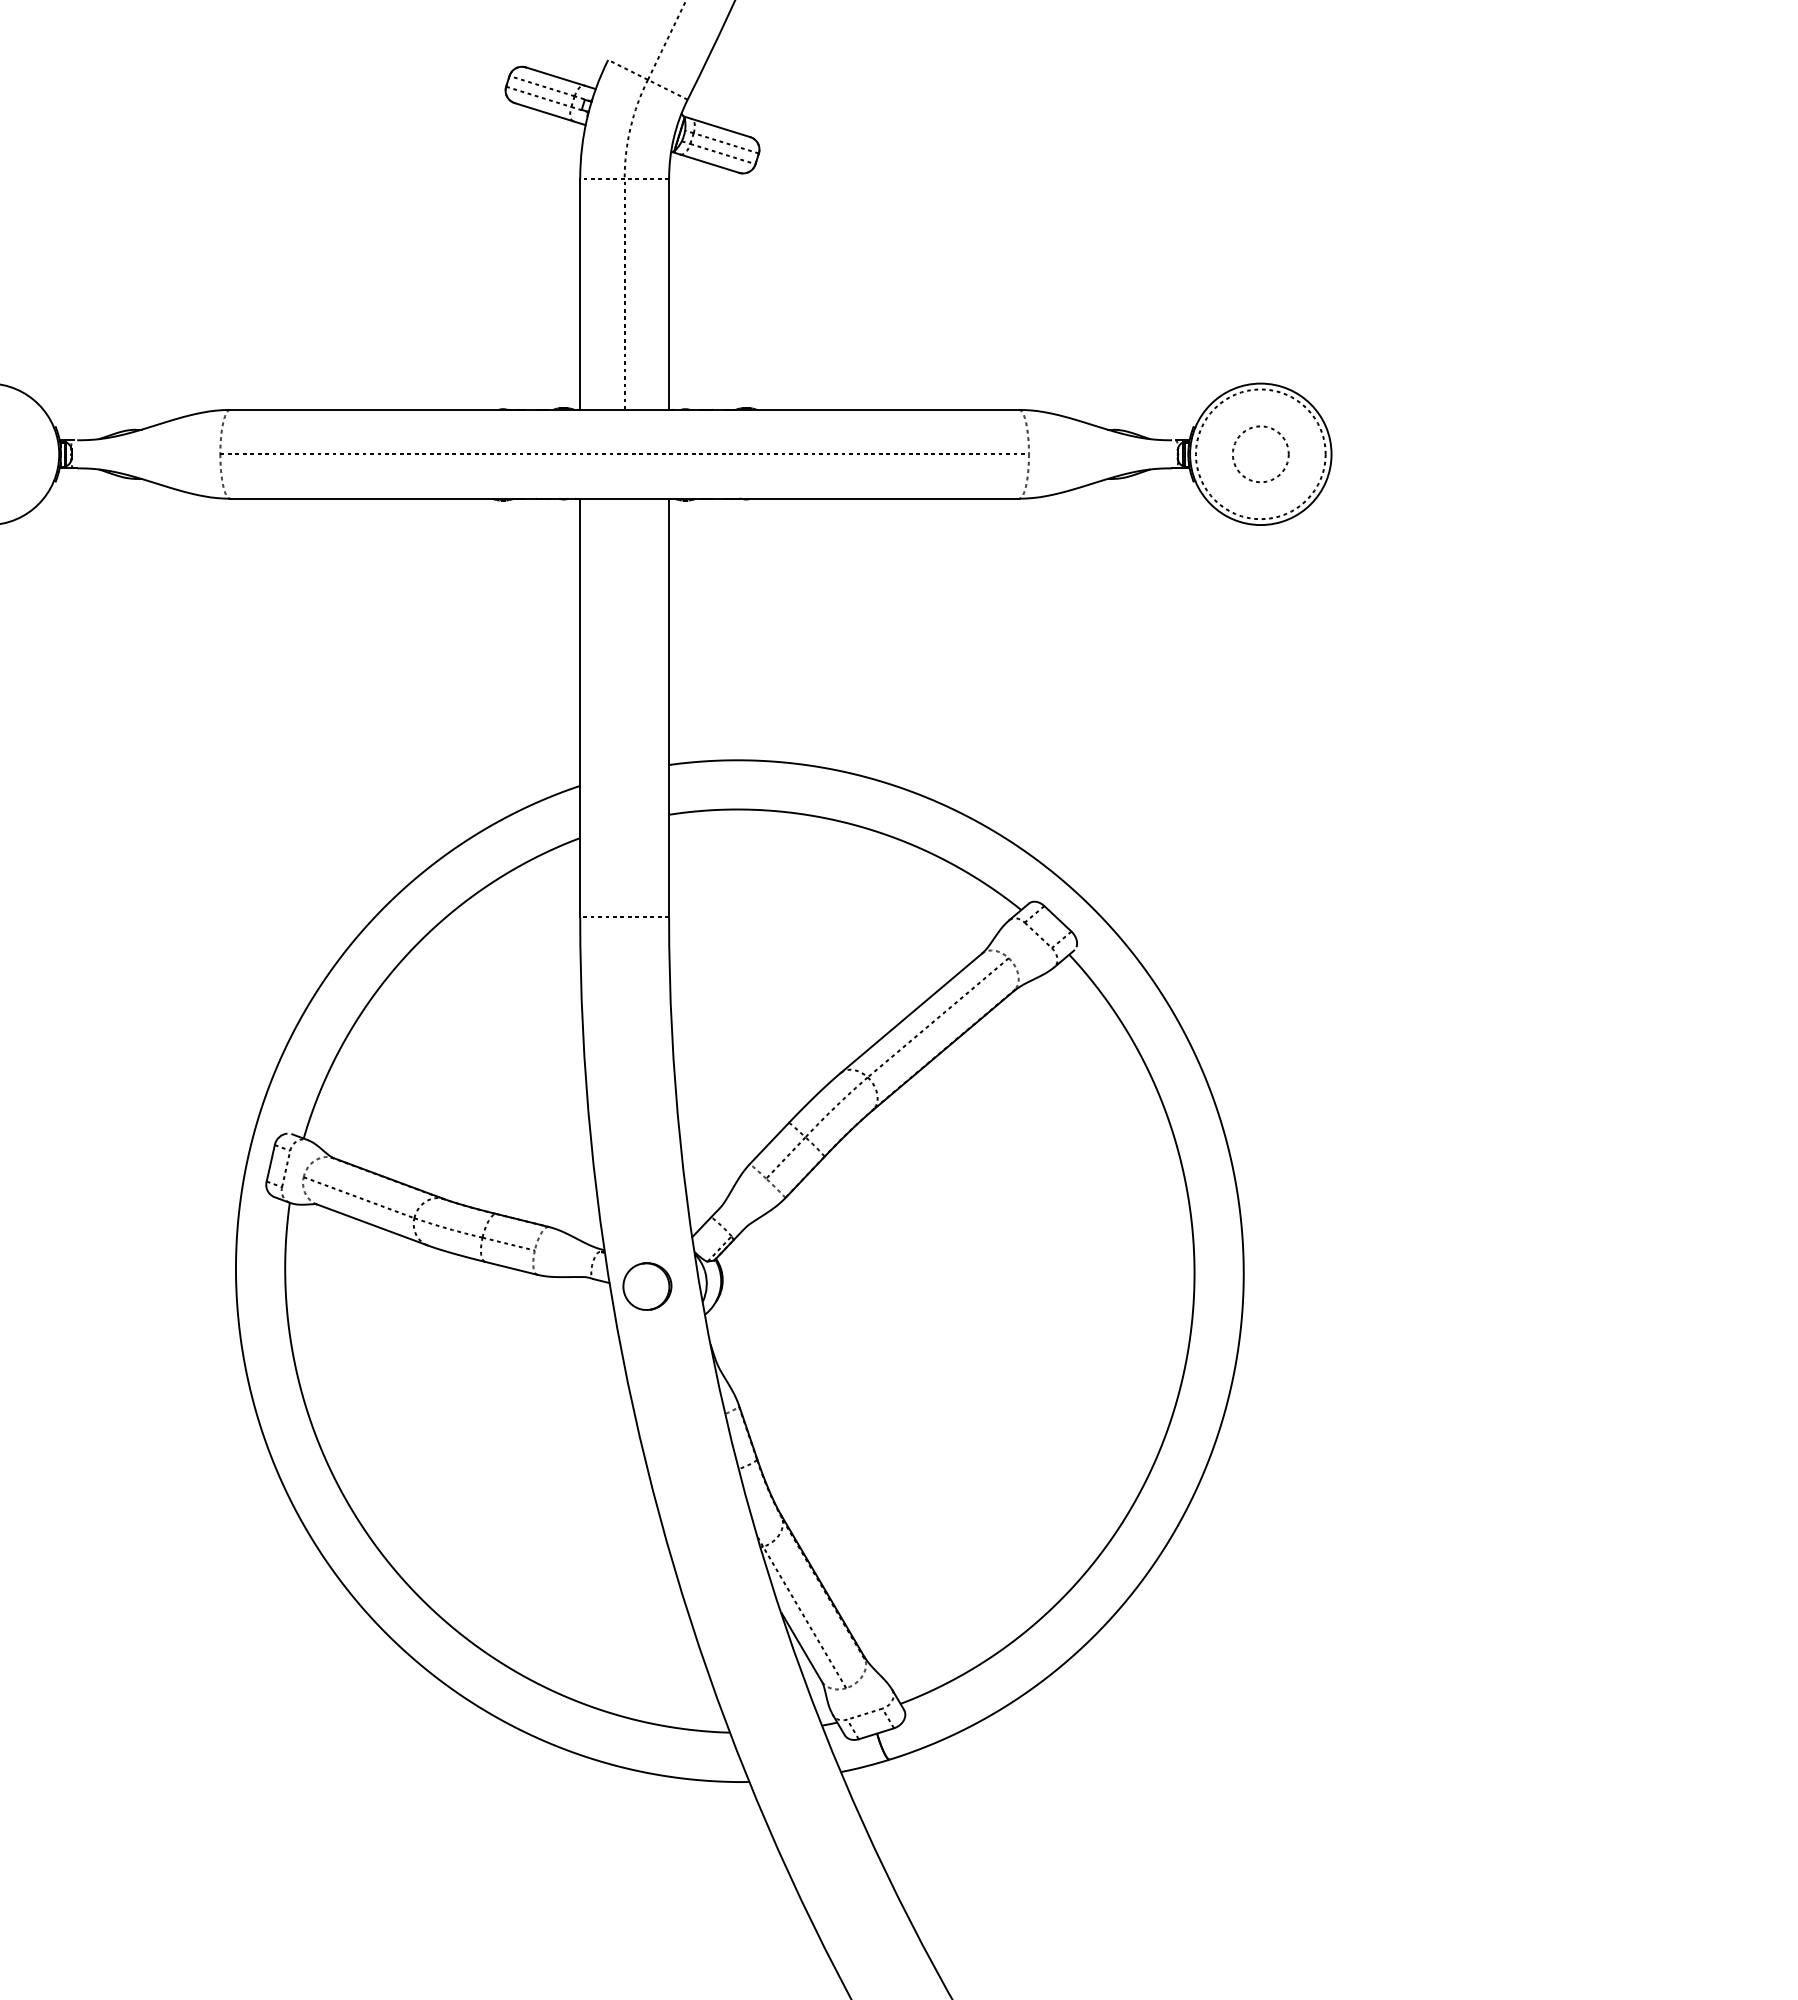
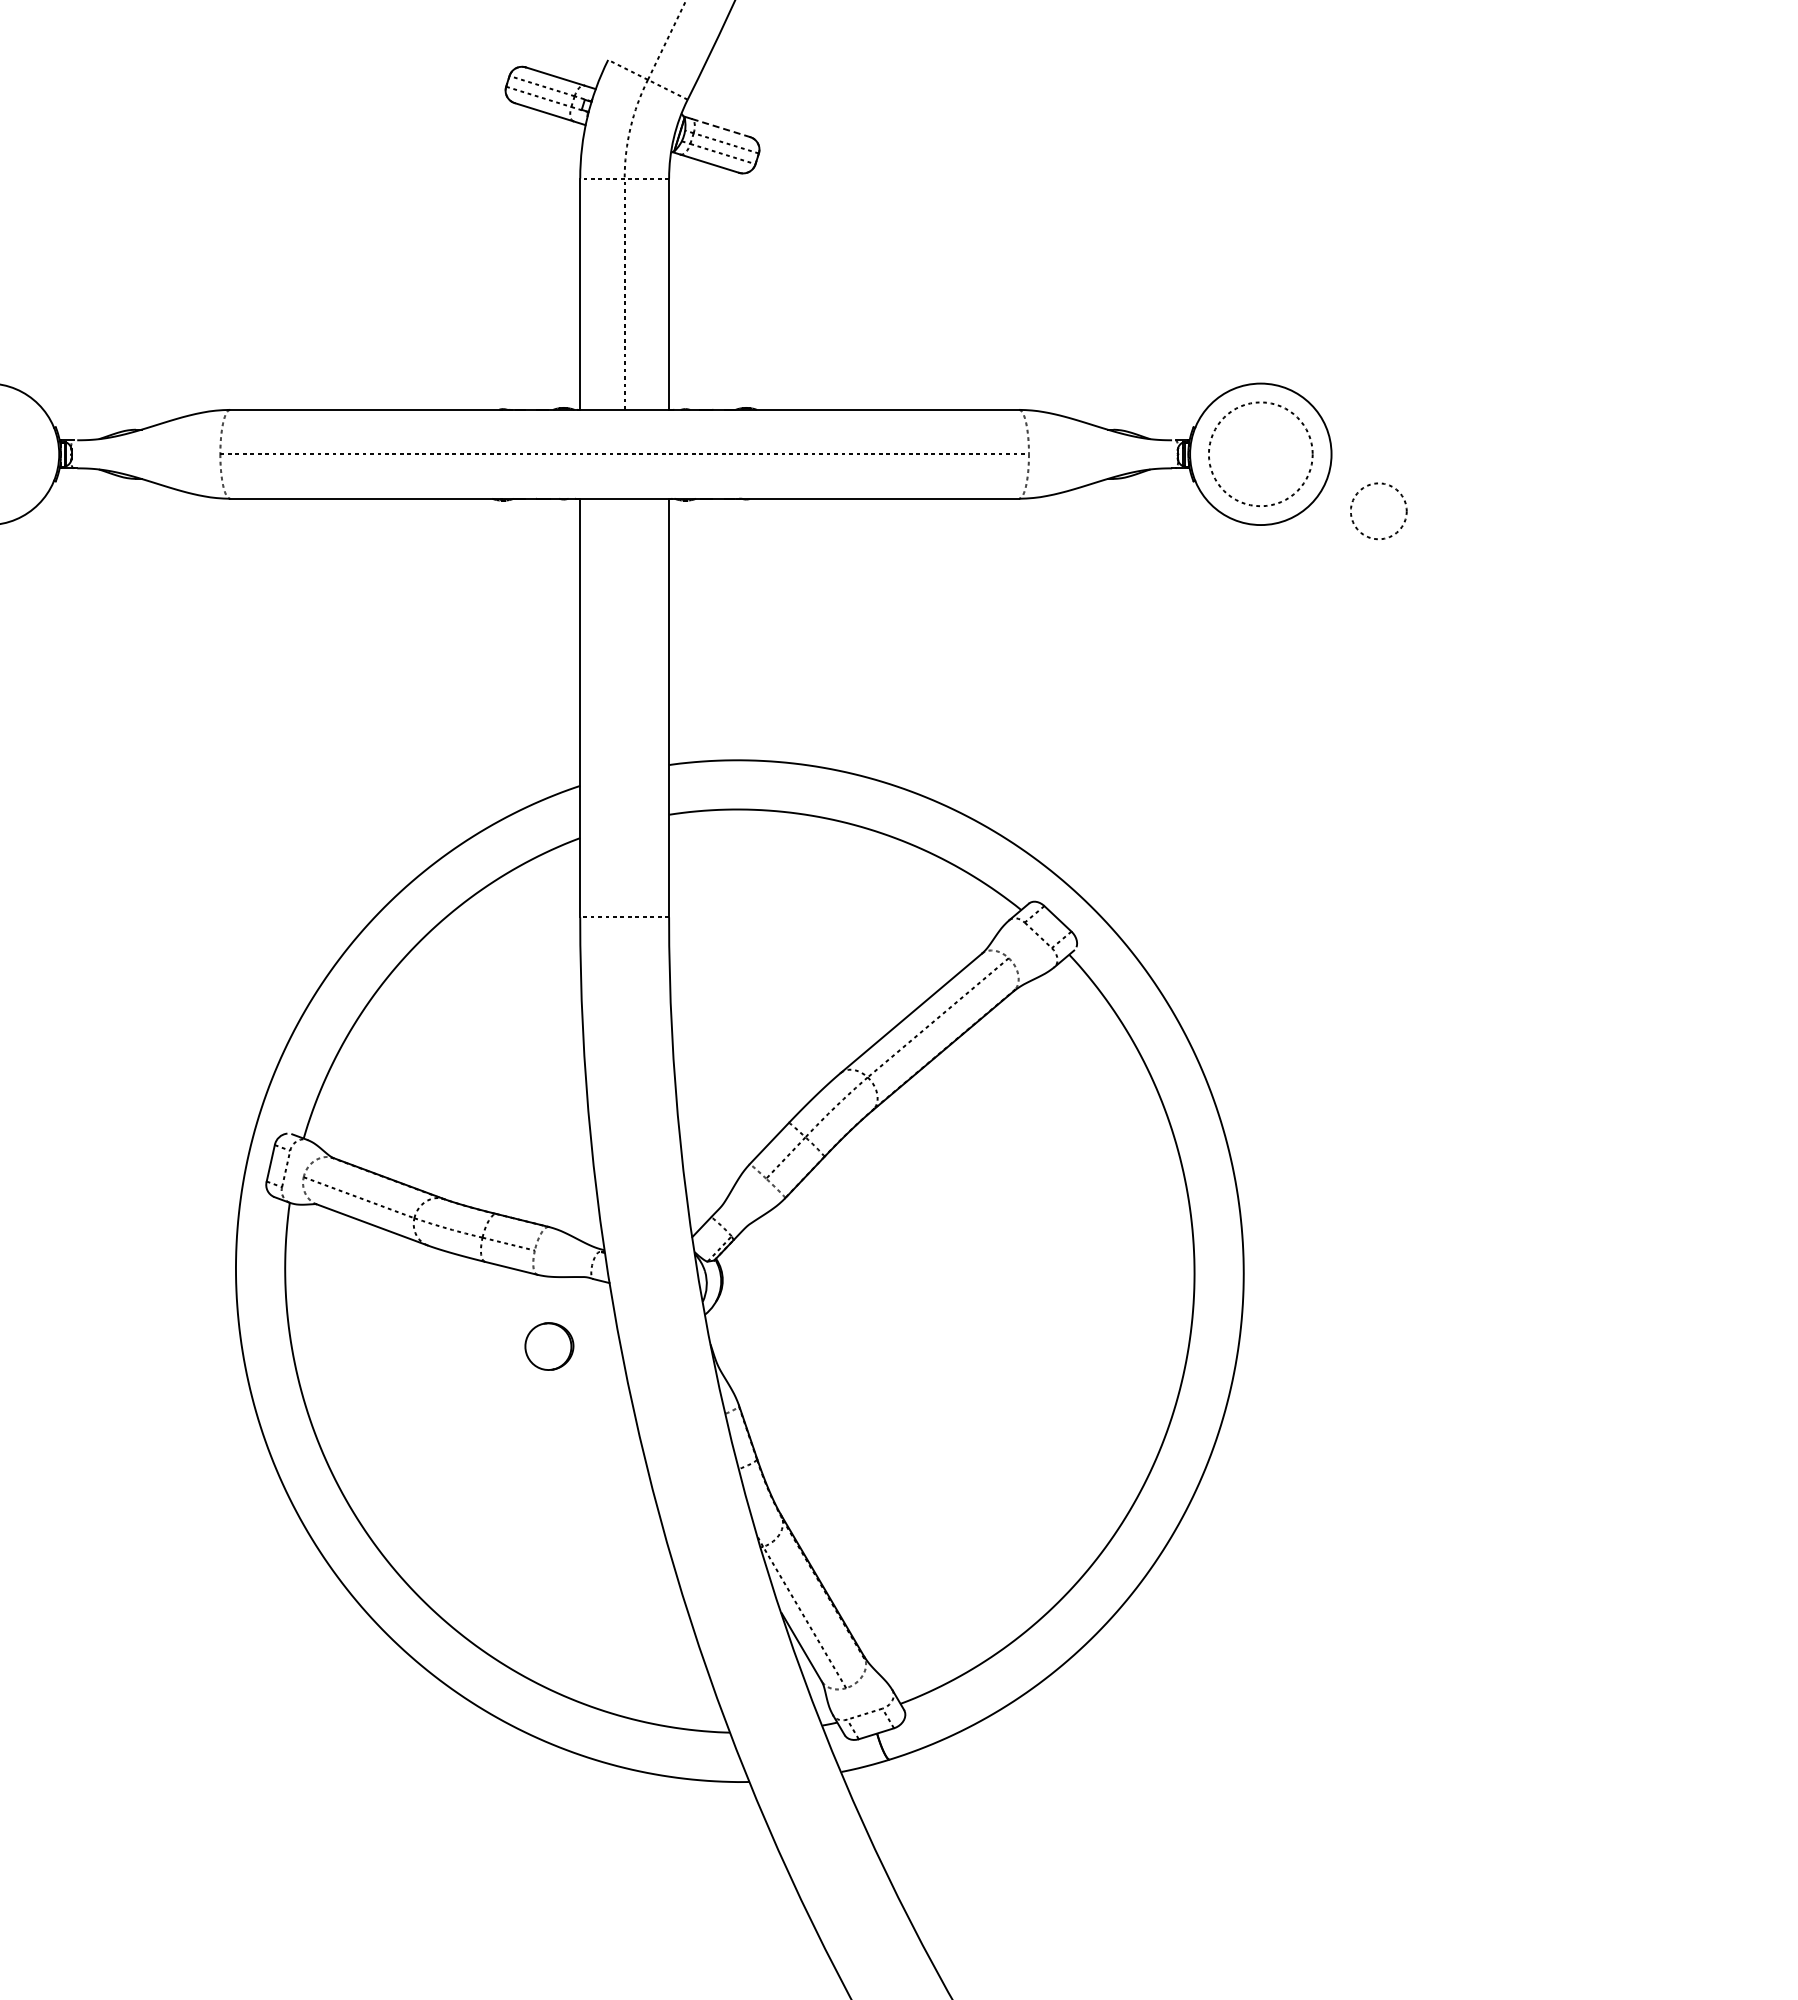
line at (720, 128): solid -> dashed
circle at (1260, 454) diameter: 130 px -> 104 px
circle at (1260, 454) position: (1260, 454) -> (1378, 511)
part at (647, 1286) position: (647, 1286) -> (549, 1346)
